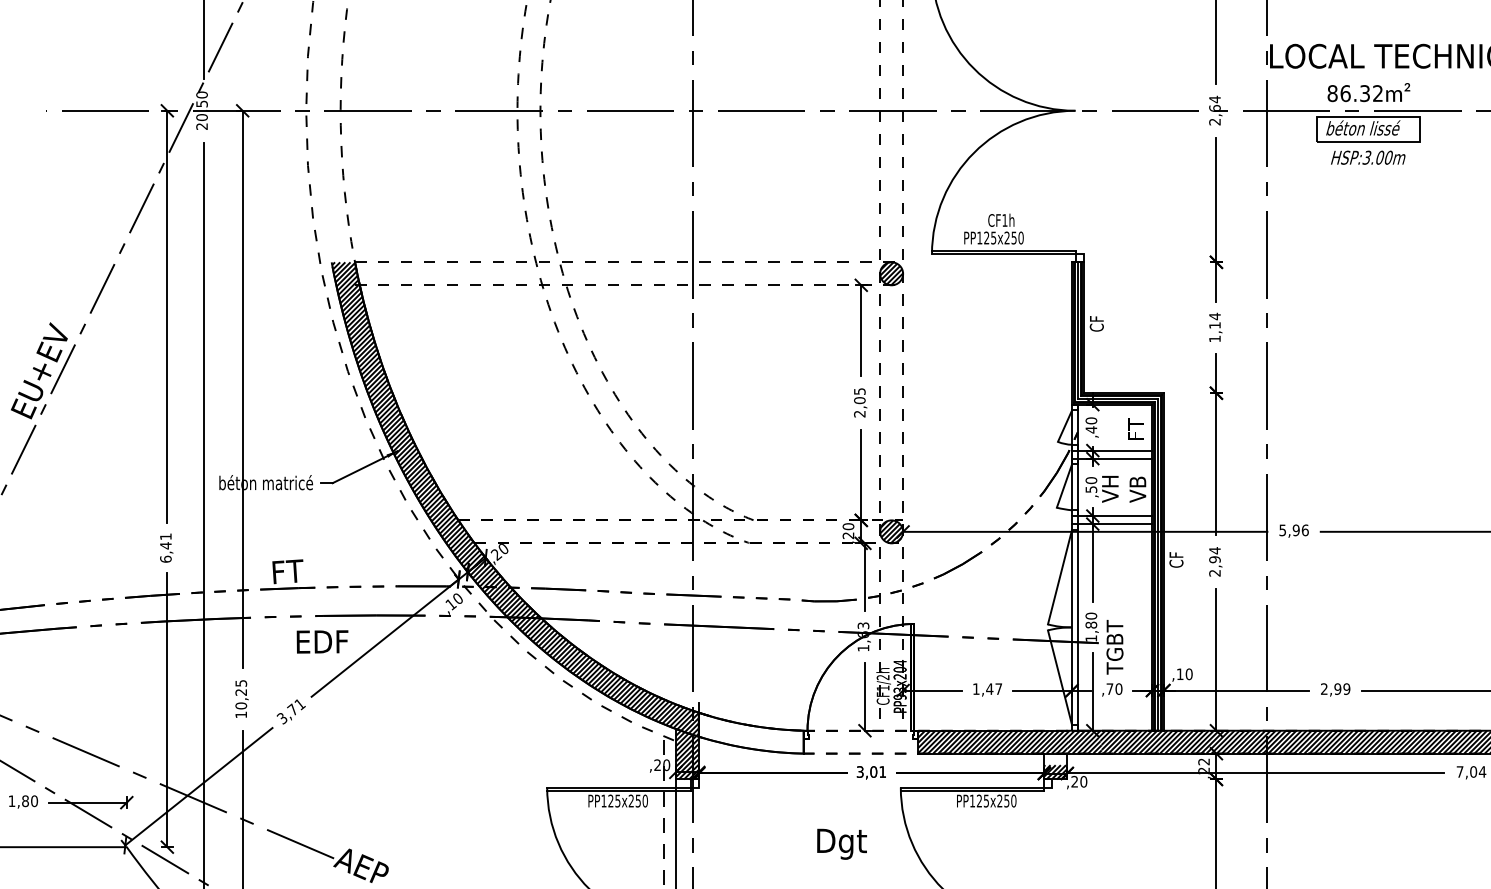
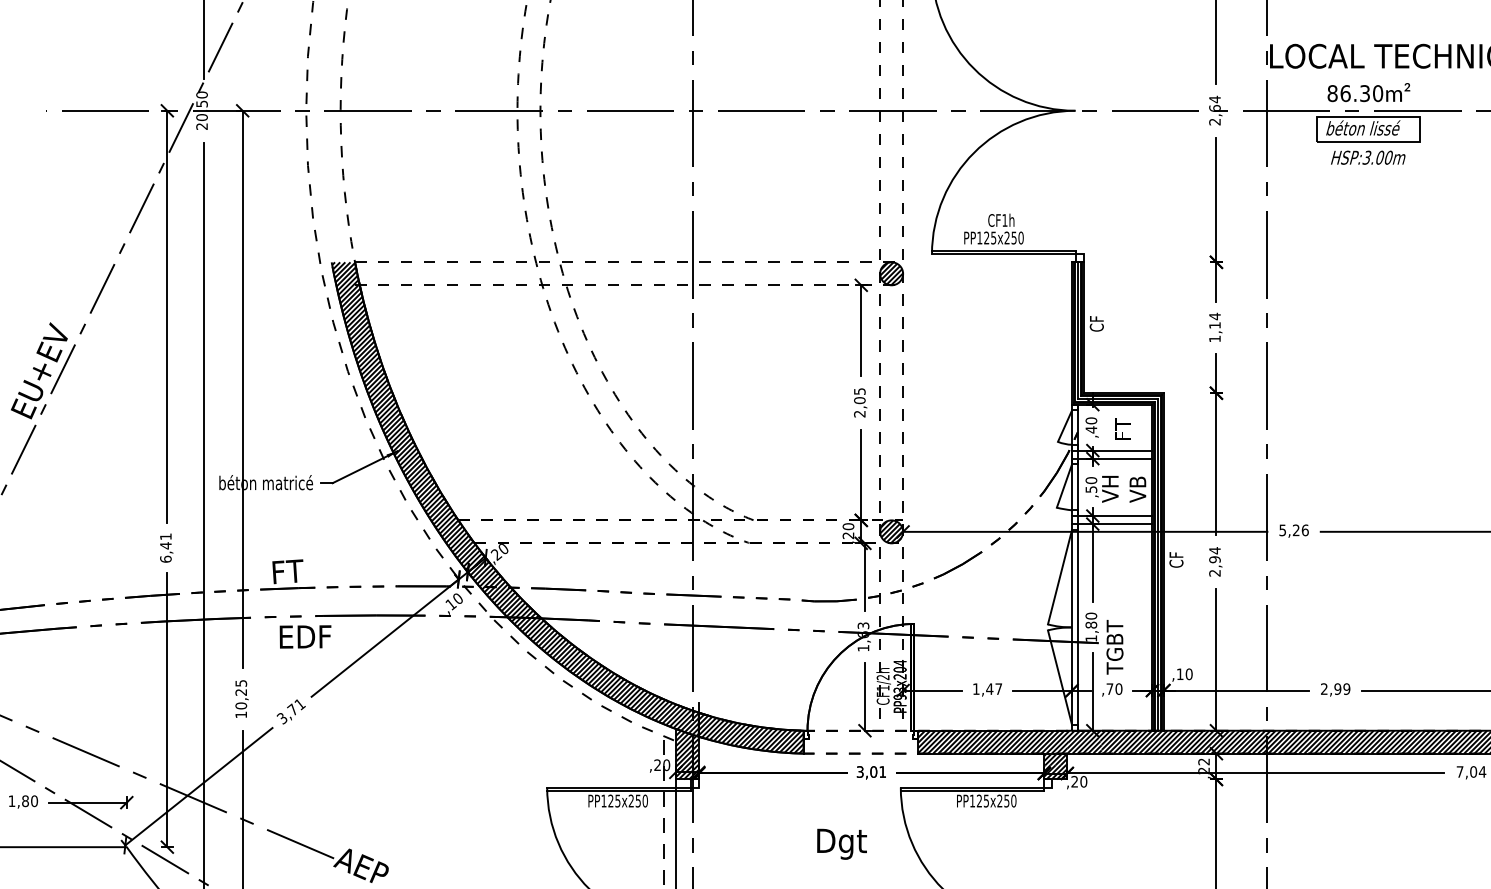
text at (1378, 93): 86.32 -> 86.30
text at (1135, 428) position: (1135, 428) -> (1122, 428)
text at (1295, 530): 5,96 -> 5,26
text at (322, 641) position: (322, 641) -> (305, 636)
hatch at (750, 733): none -> present
hatch at (1055, 759): none -> present
